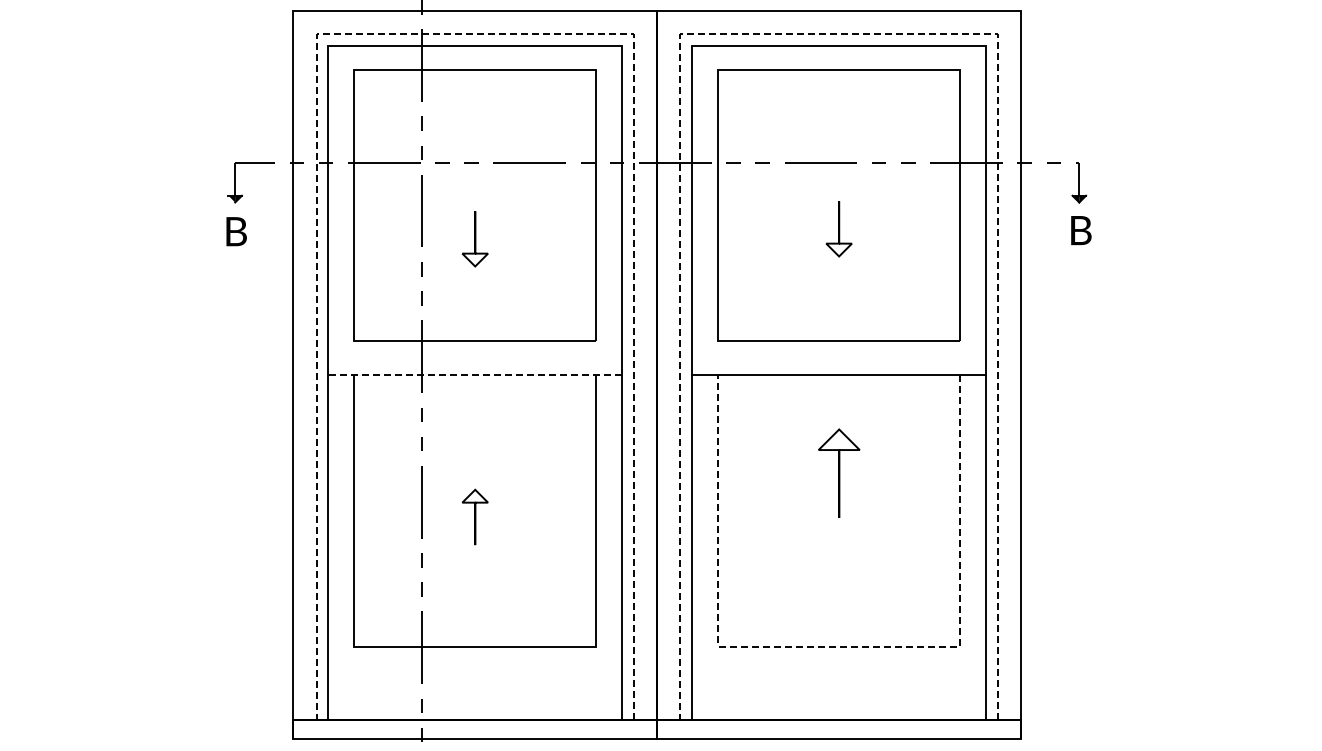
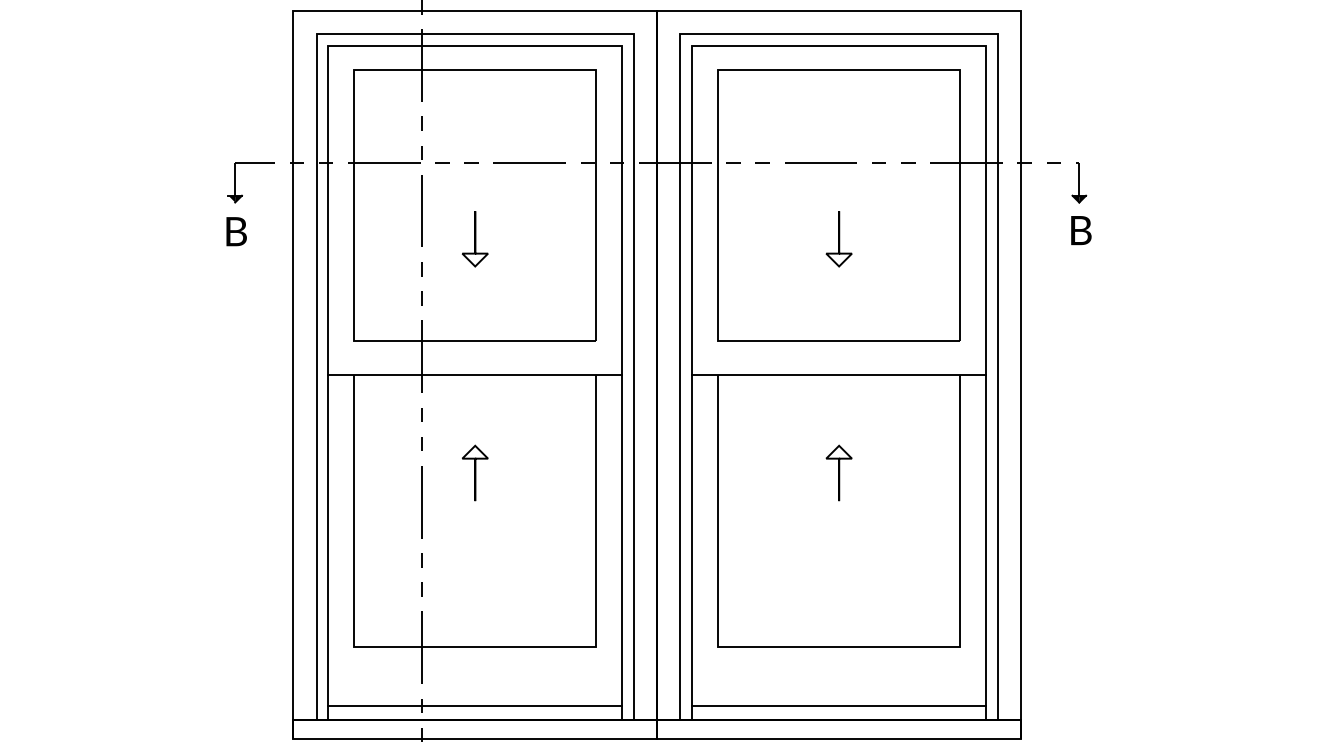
line at (475, 34): dashed -> solid
line at (839, 34): dashed -> solid
part at (838, 229) position: (838, 229) -> (838, 239)
line at (474, 375): dashed -> solid
part at (839, 472) size: 43x90 px -> 28x58 px
part at (475, 516) position: (475, 516) -> (475, 472)
line at (838, 646): dashed -> solid
line at (475, 706): none -> present
line at (839, 706): none -> present
